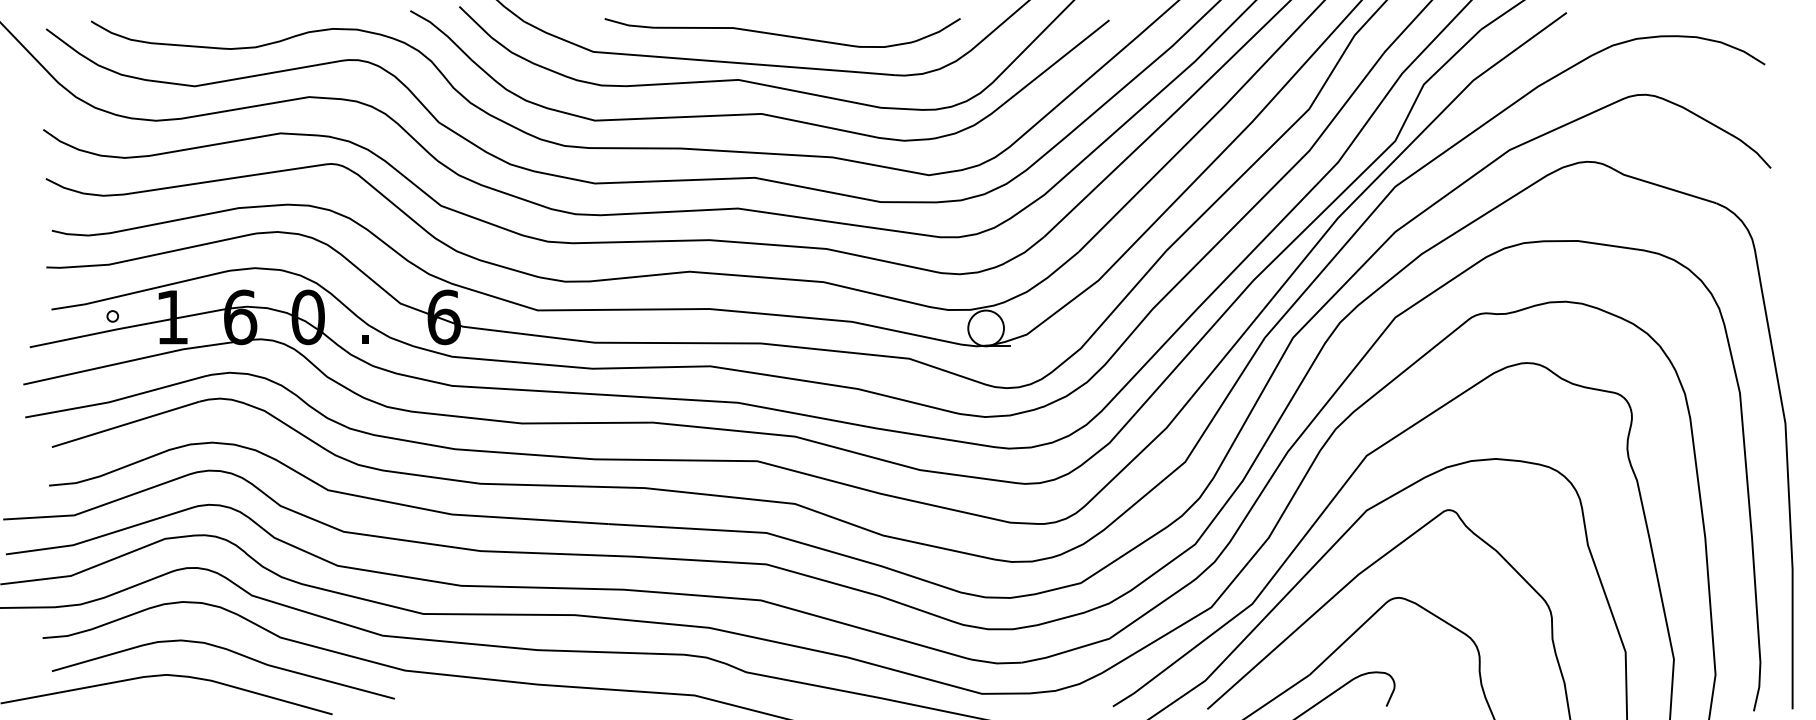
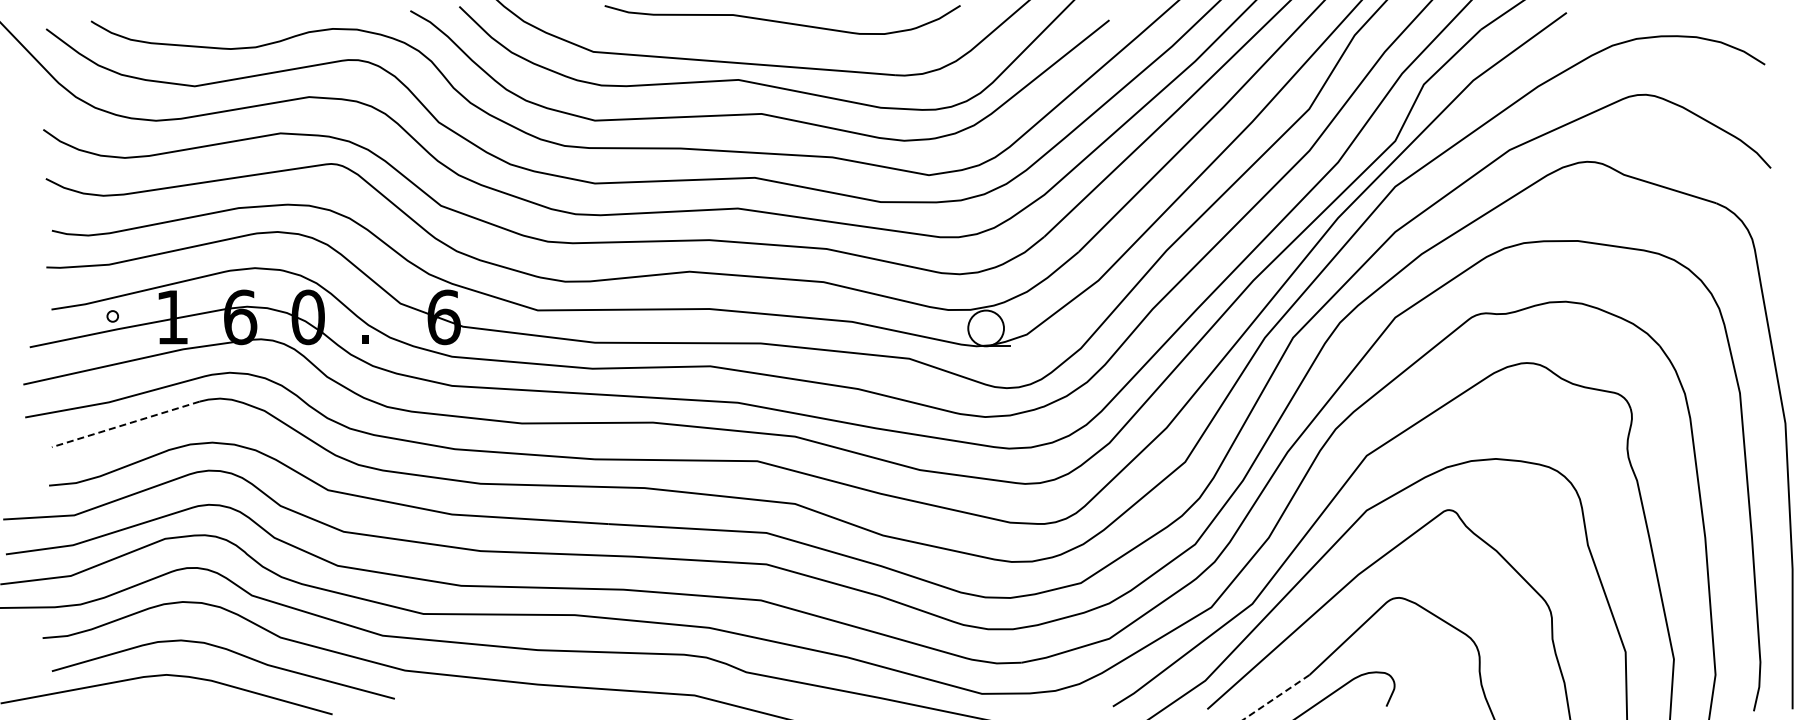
curve at (782, 34) position: (782, 34) -> (782, 21)
line at (125, 424): solid -> dashed
line at (1276, 697): solid -> dashed
